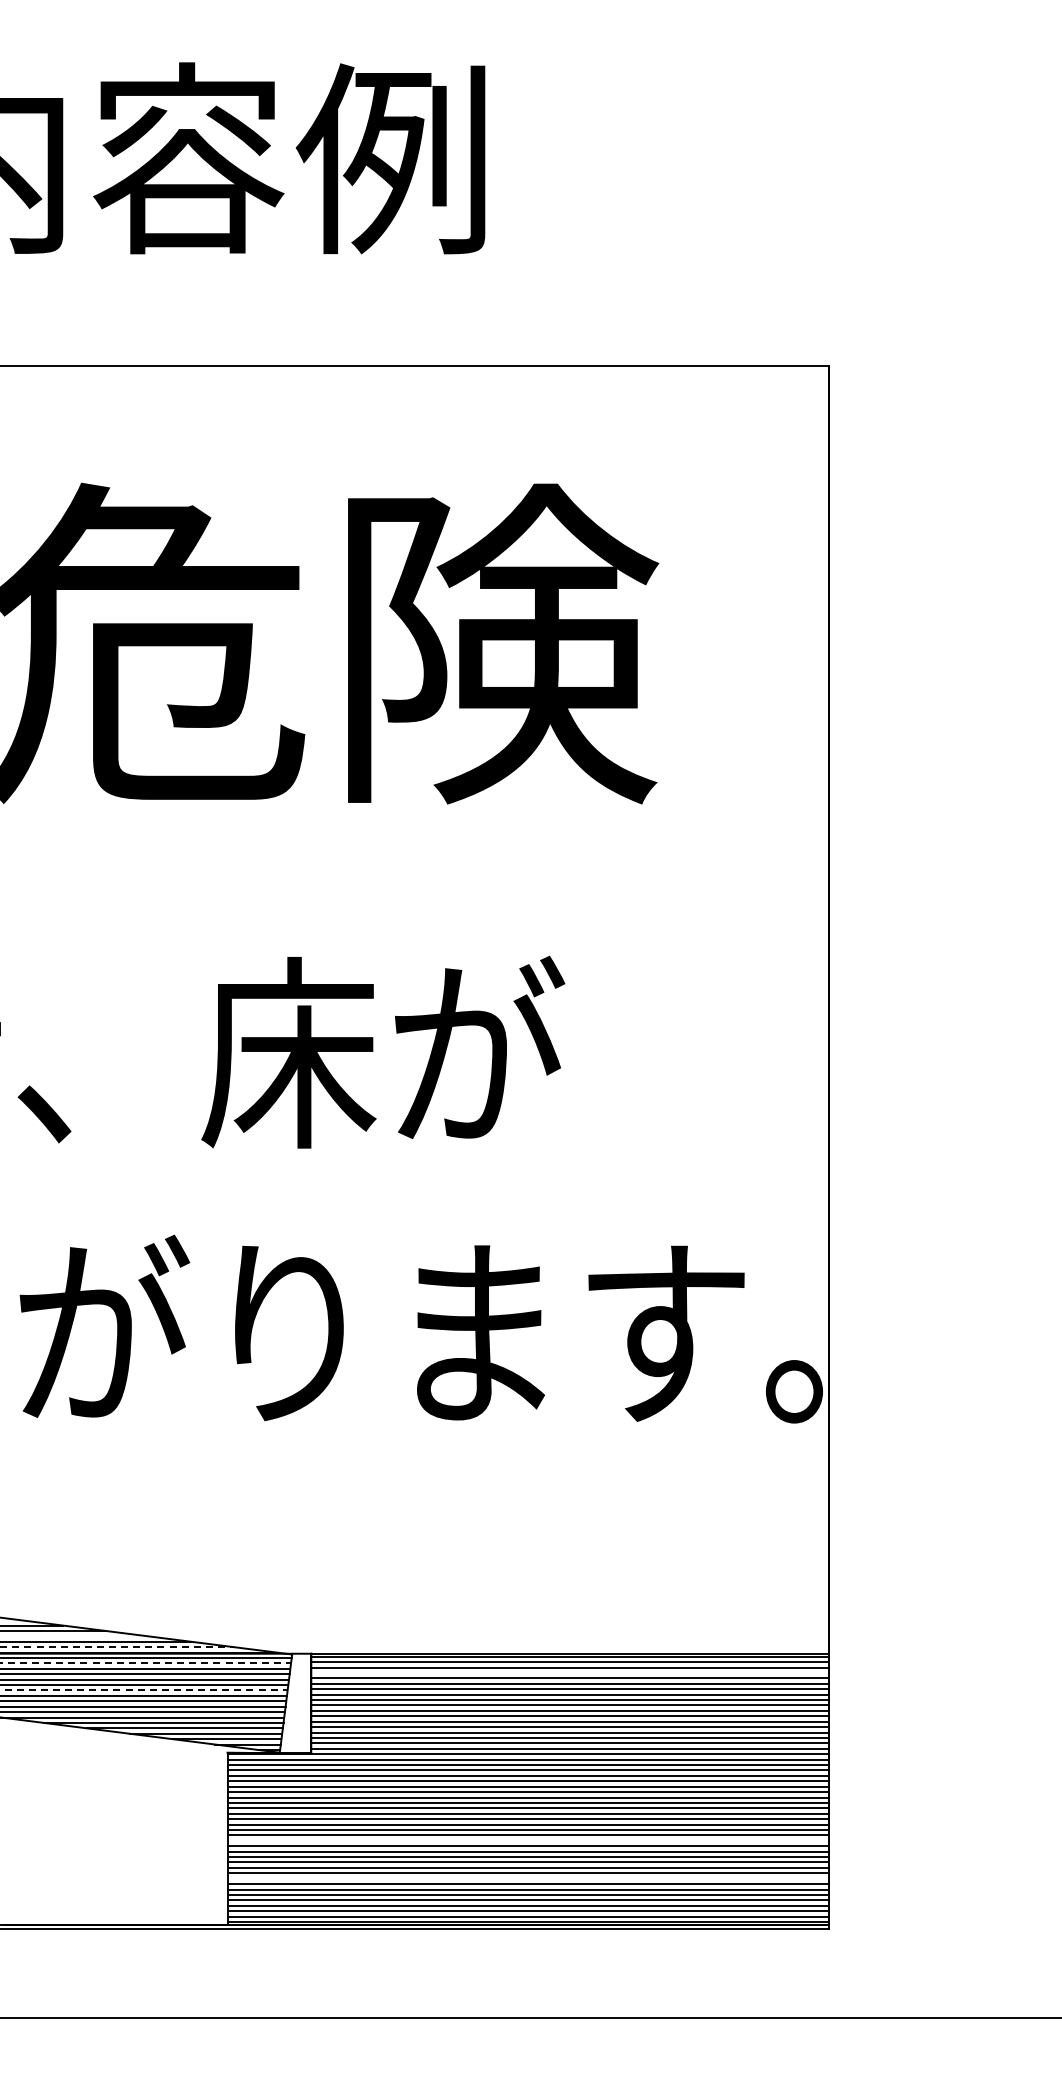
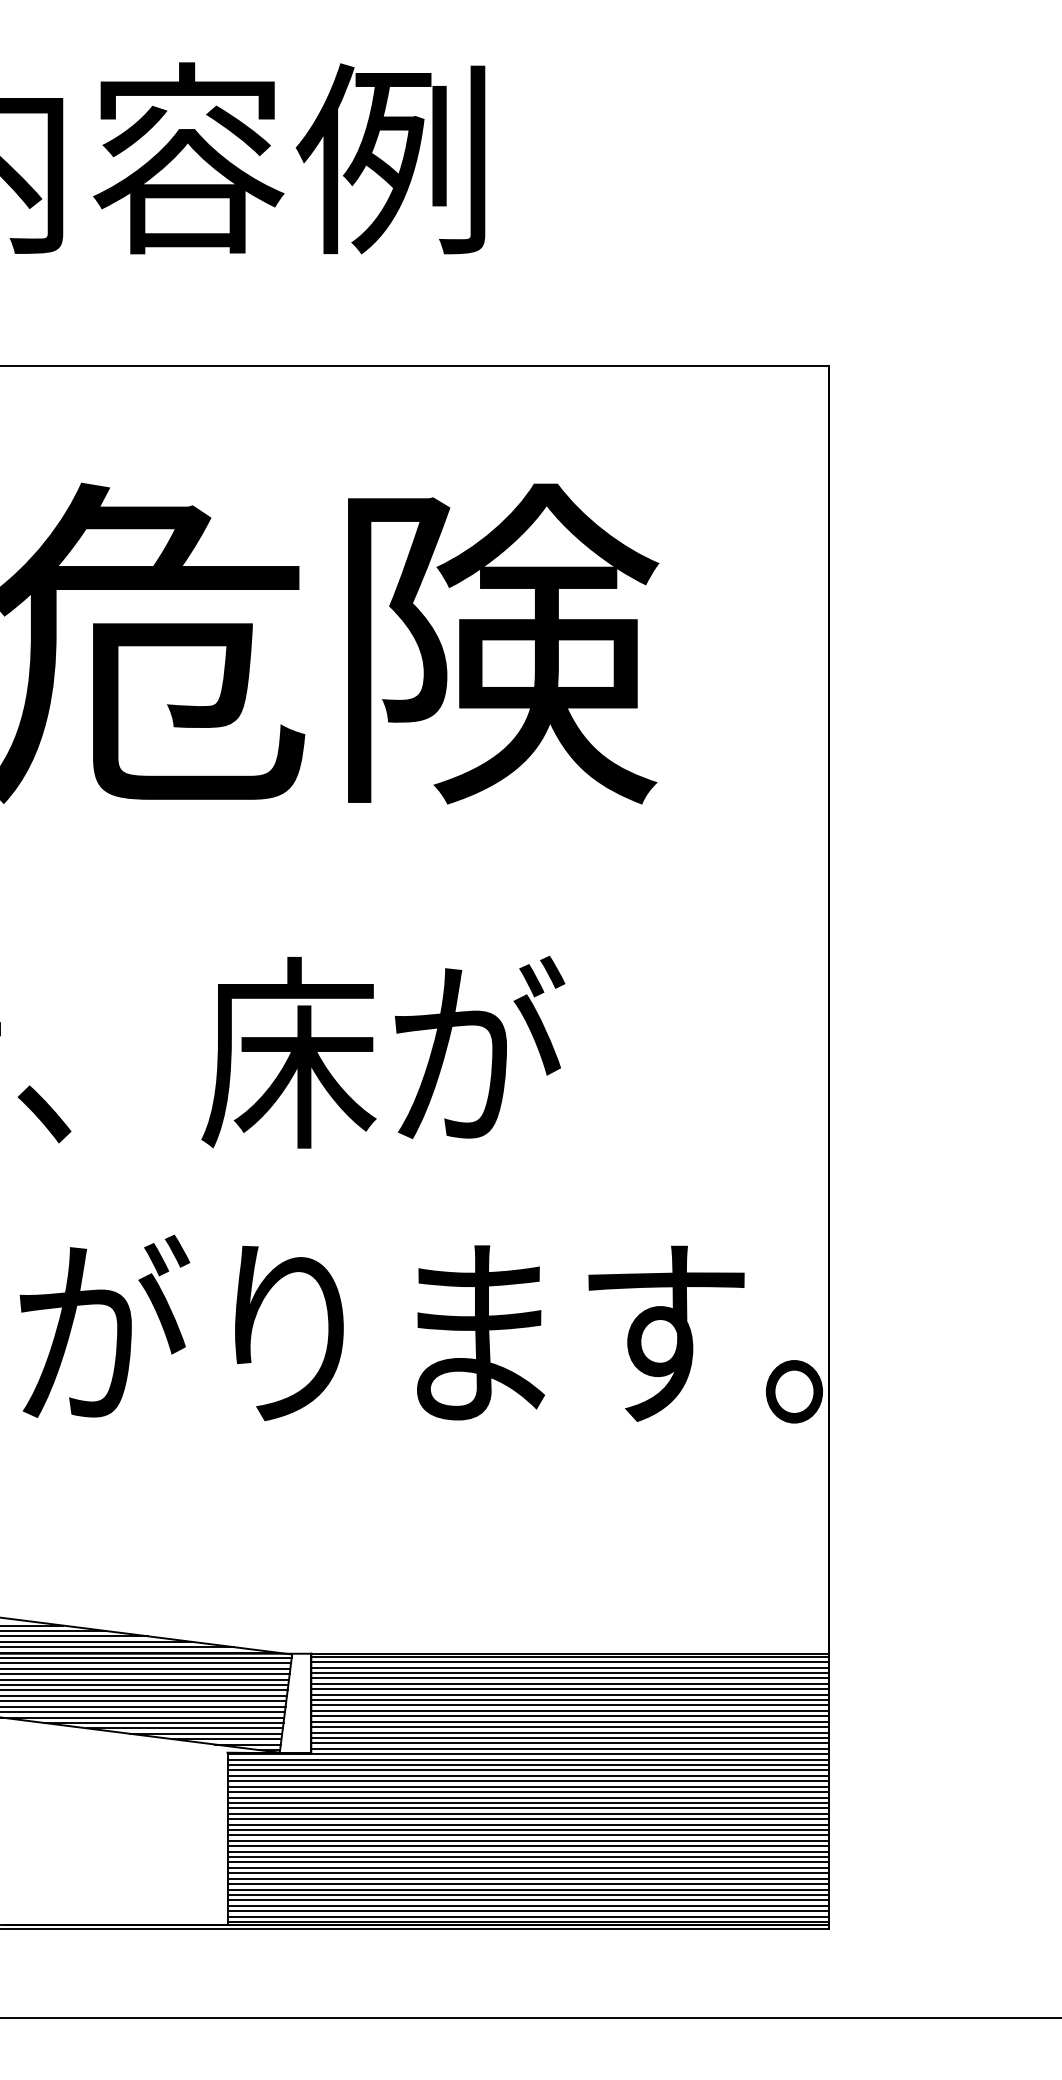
line at (75, 1636): none -> present
line at (117, 1647): dashed -> solid
line at (146, 1663): dashed -> solid
line at (570, 1672): none -> present
line at (144, 1690): dashed -> solid
line at (528, 1840): none -> present
line at (528, 1878): none -> present
